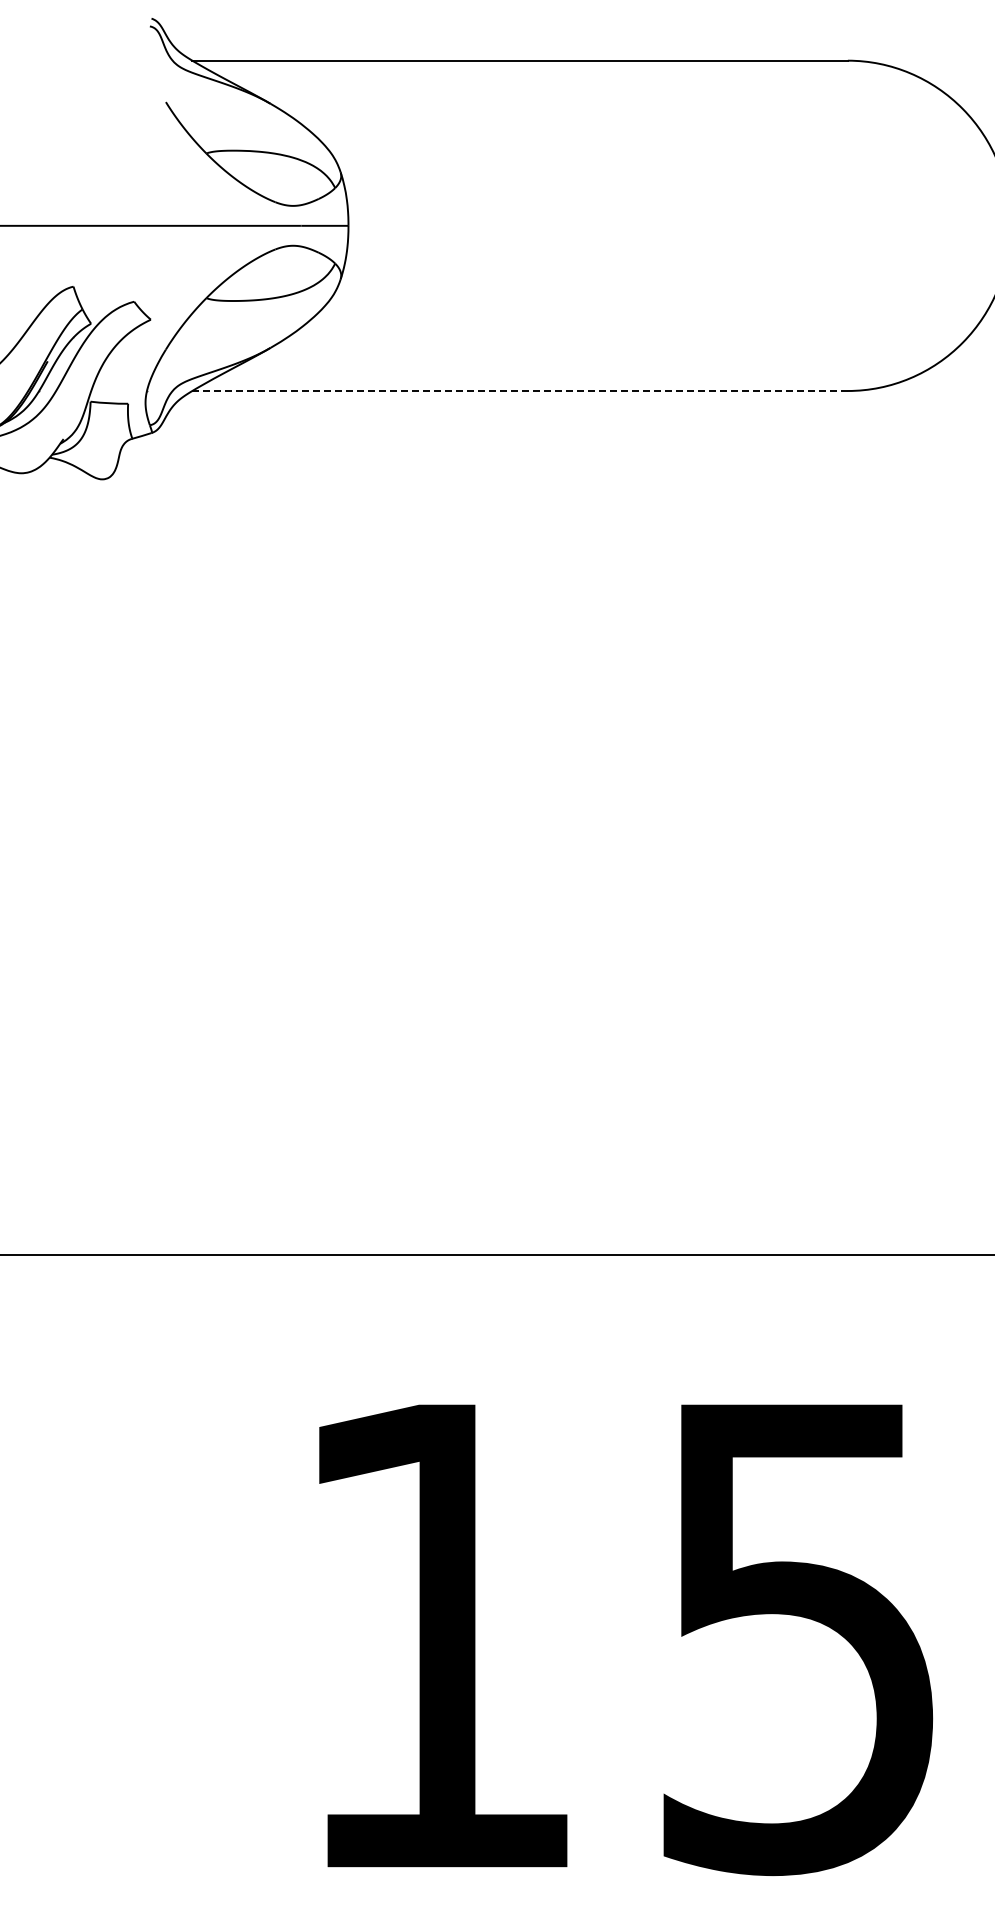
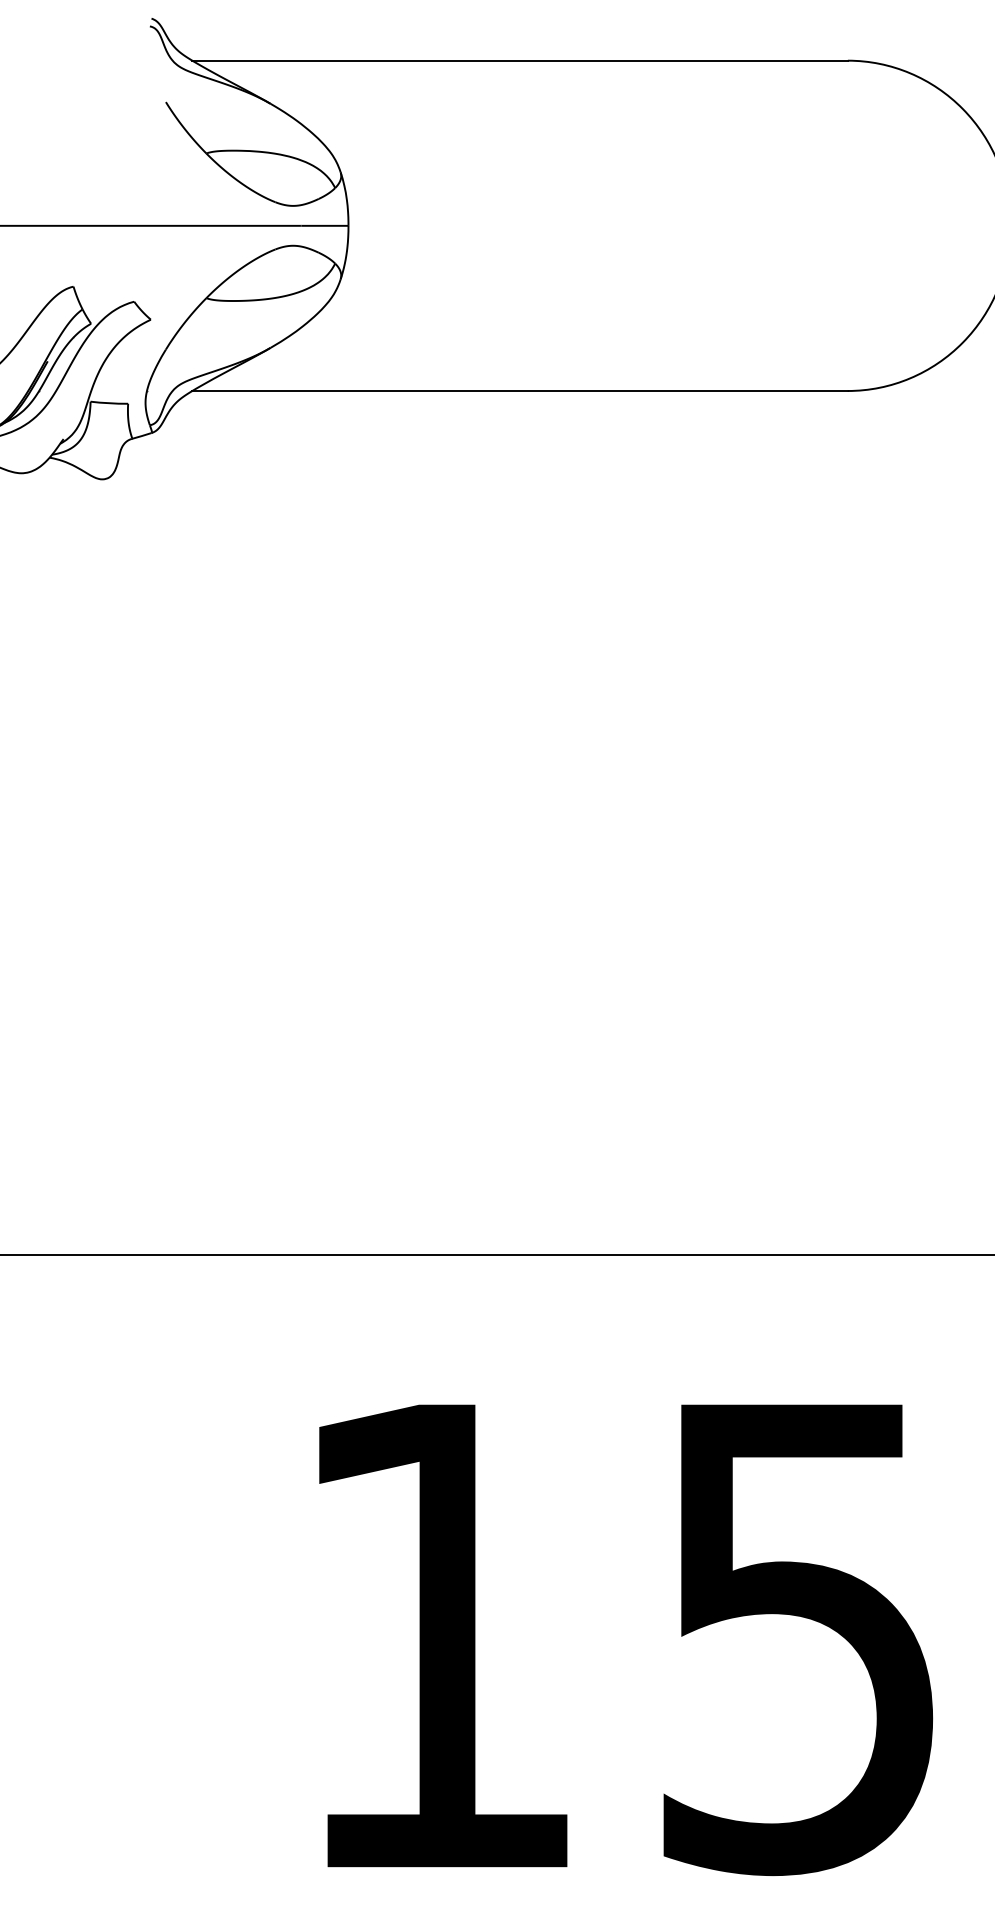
line at (520, 391): dashed -> solid
